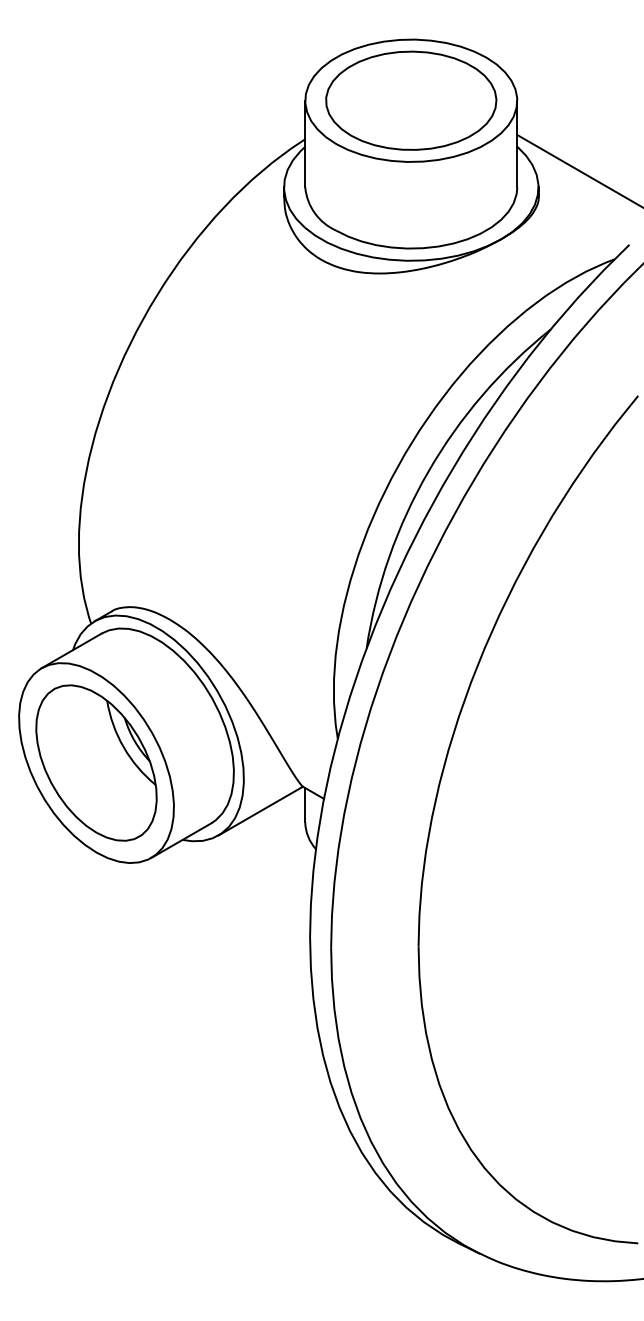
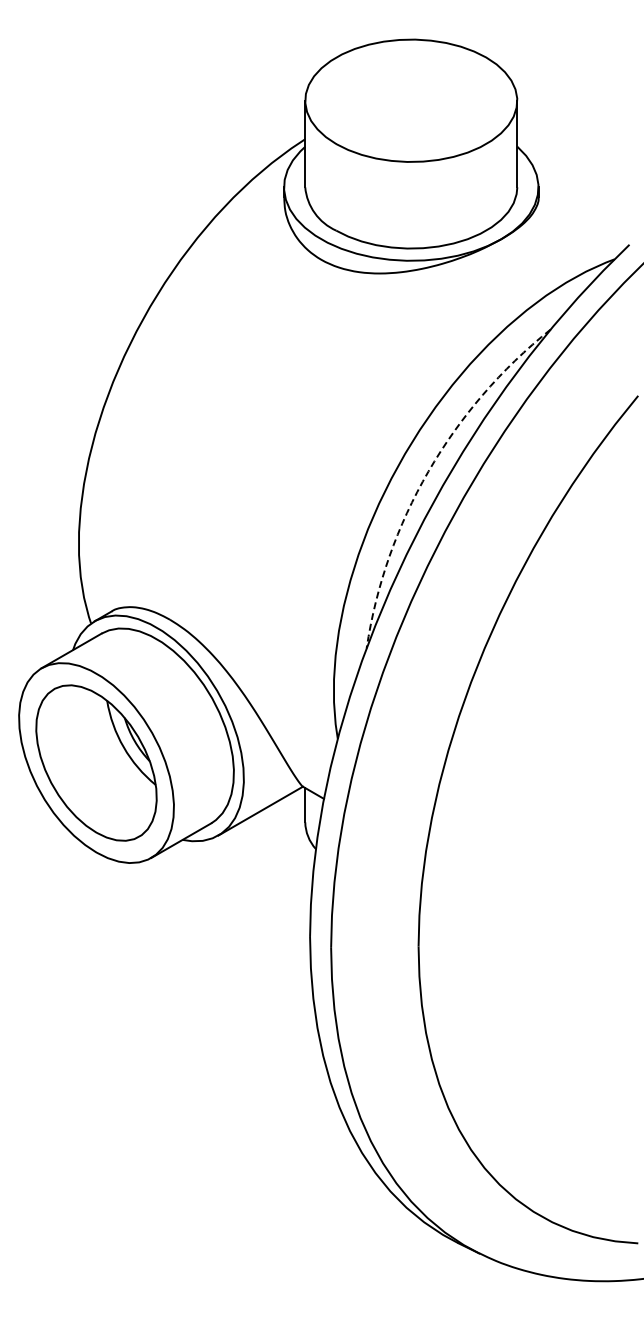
part at (411, 100): present -> none
line at (578, 170): present -> none
arc at (428, 471): solid -> dashed
